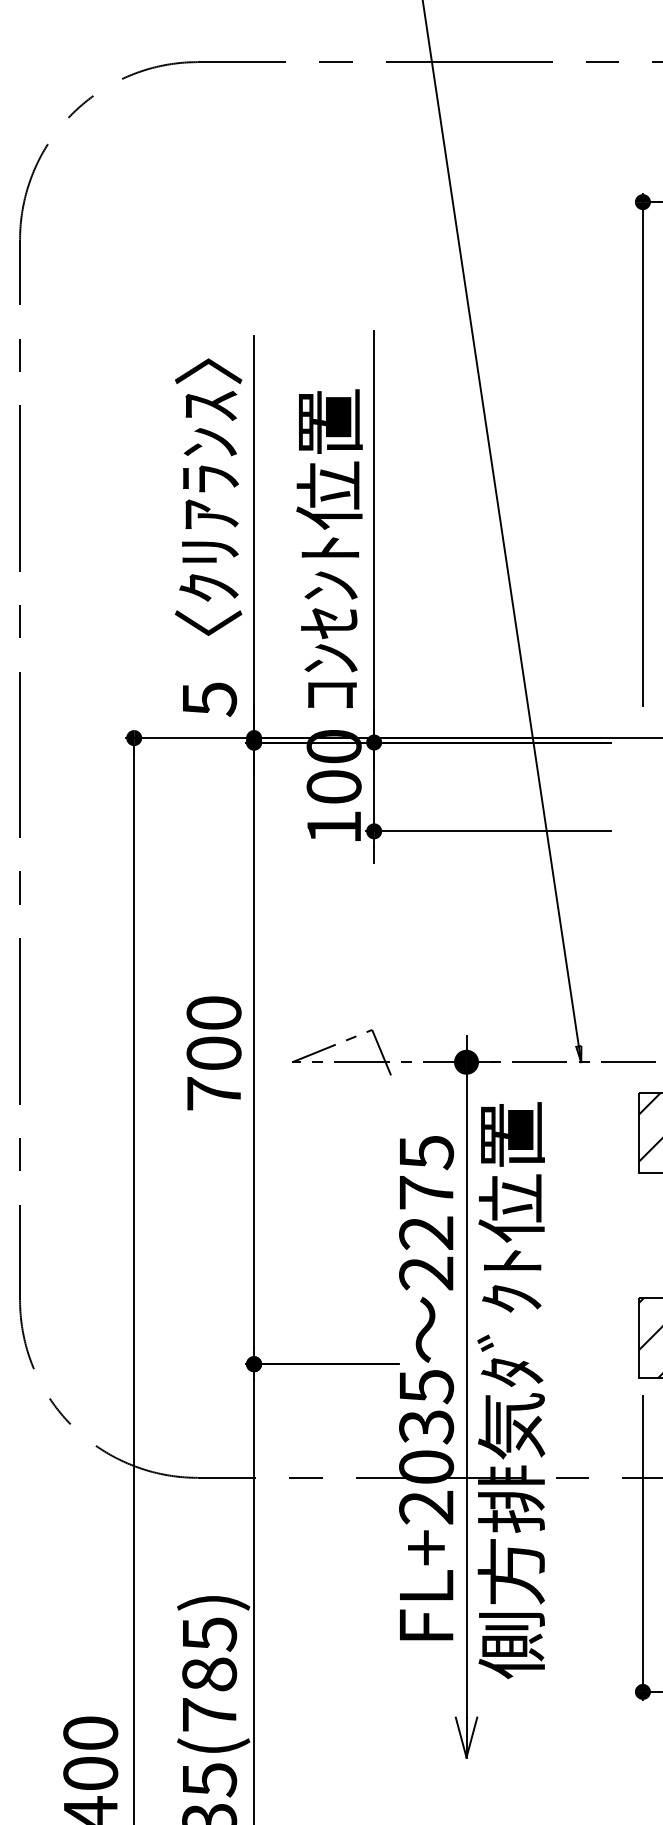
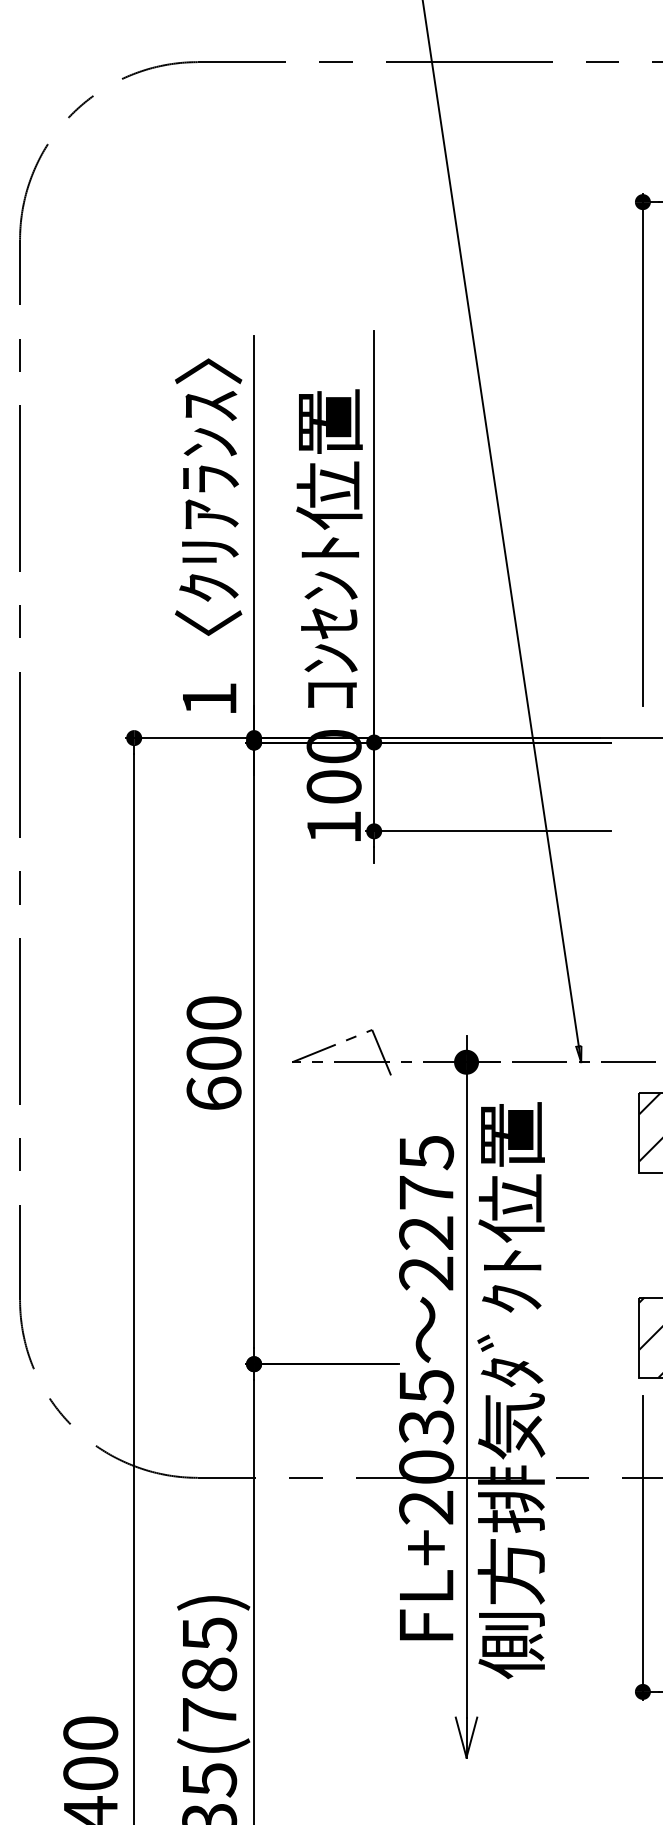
text at (210, 699): 5 -> 1
text at (213, 1093): 700 -> 600
